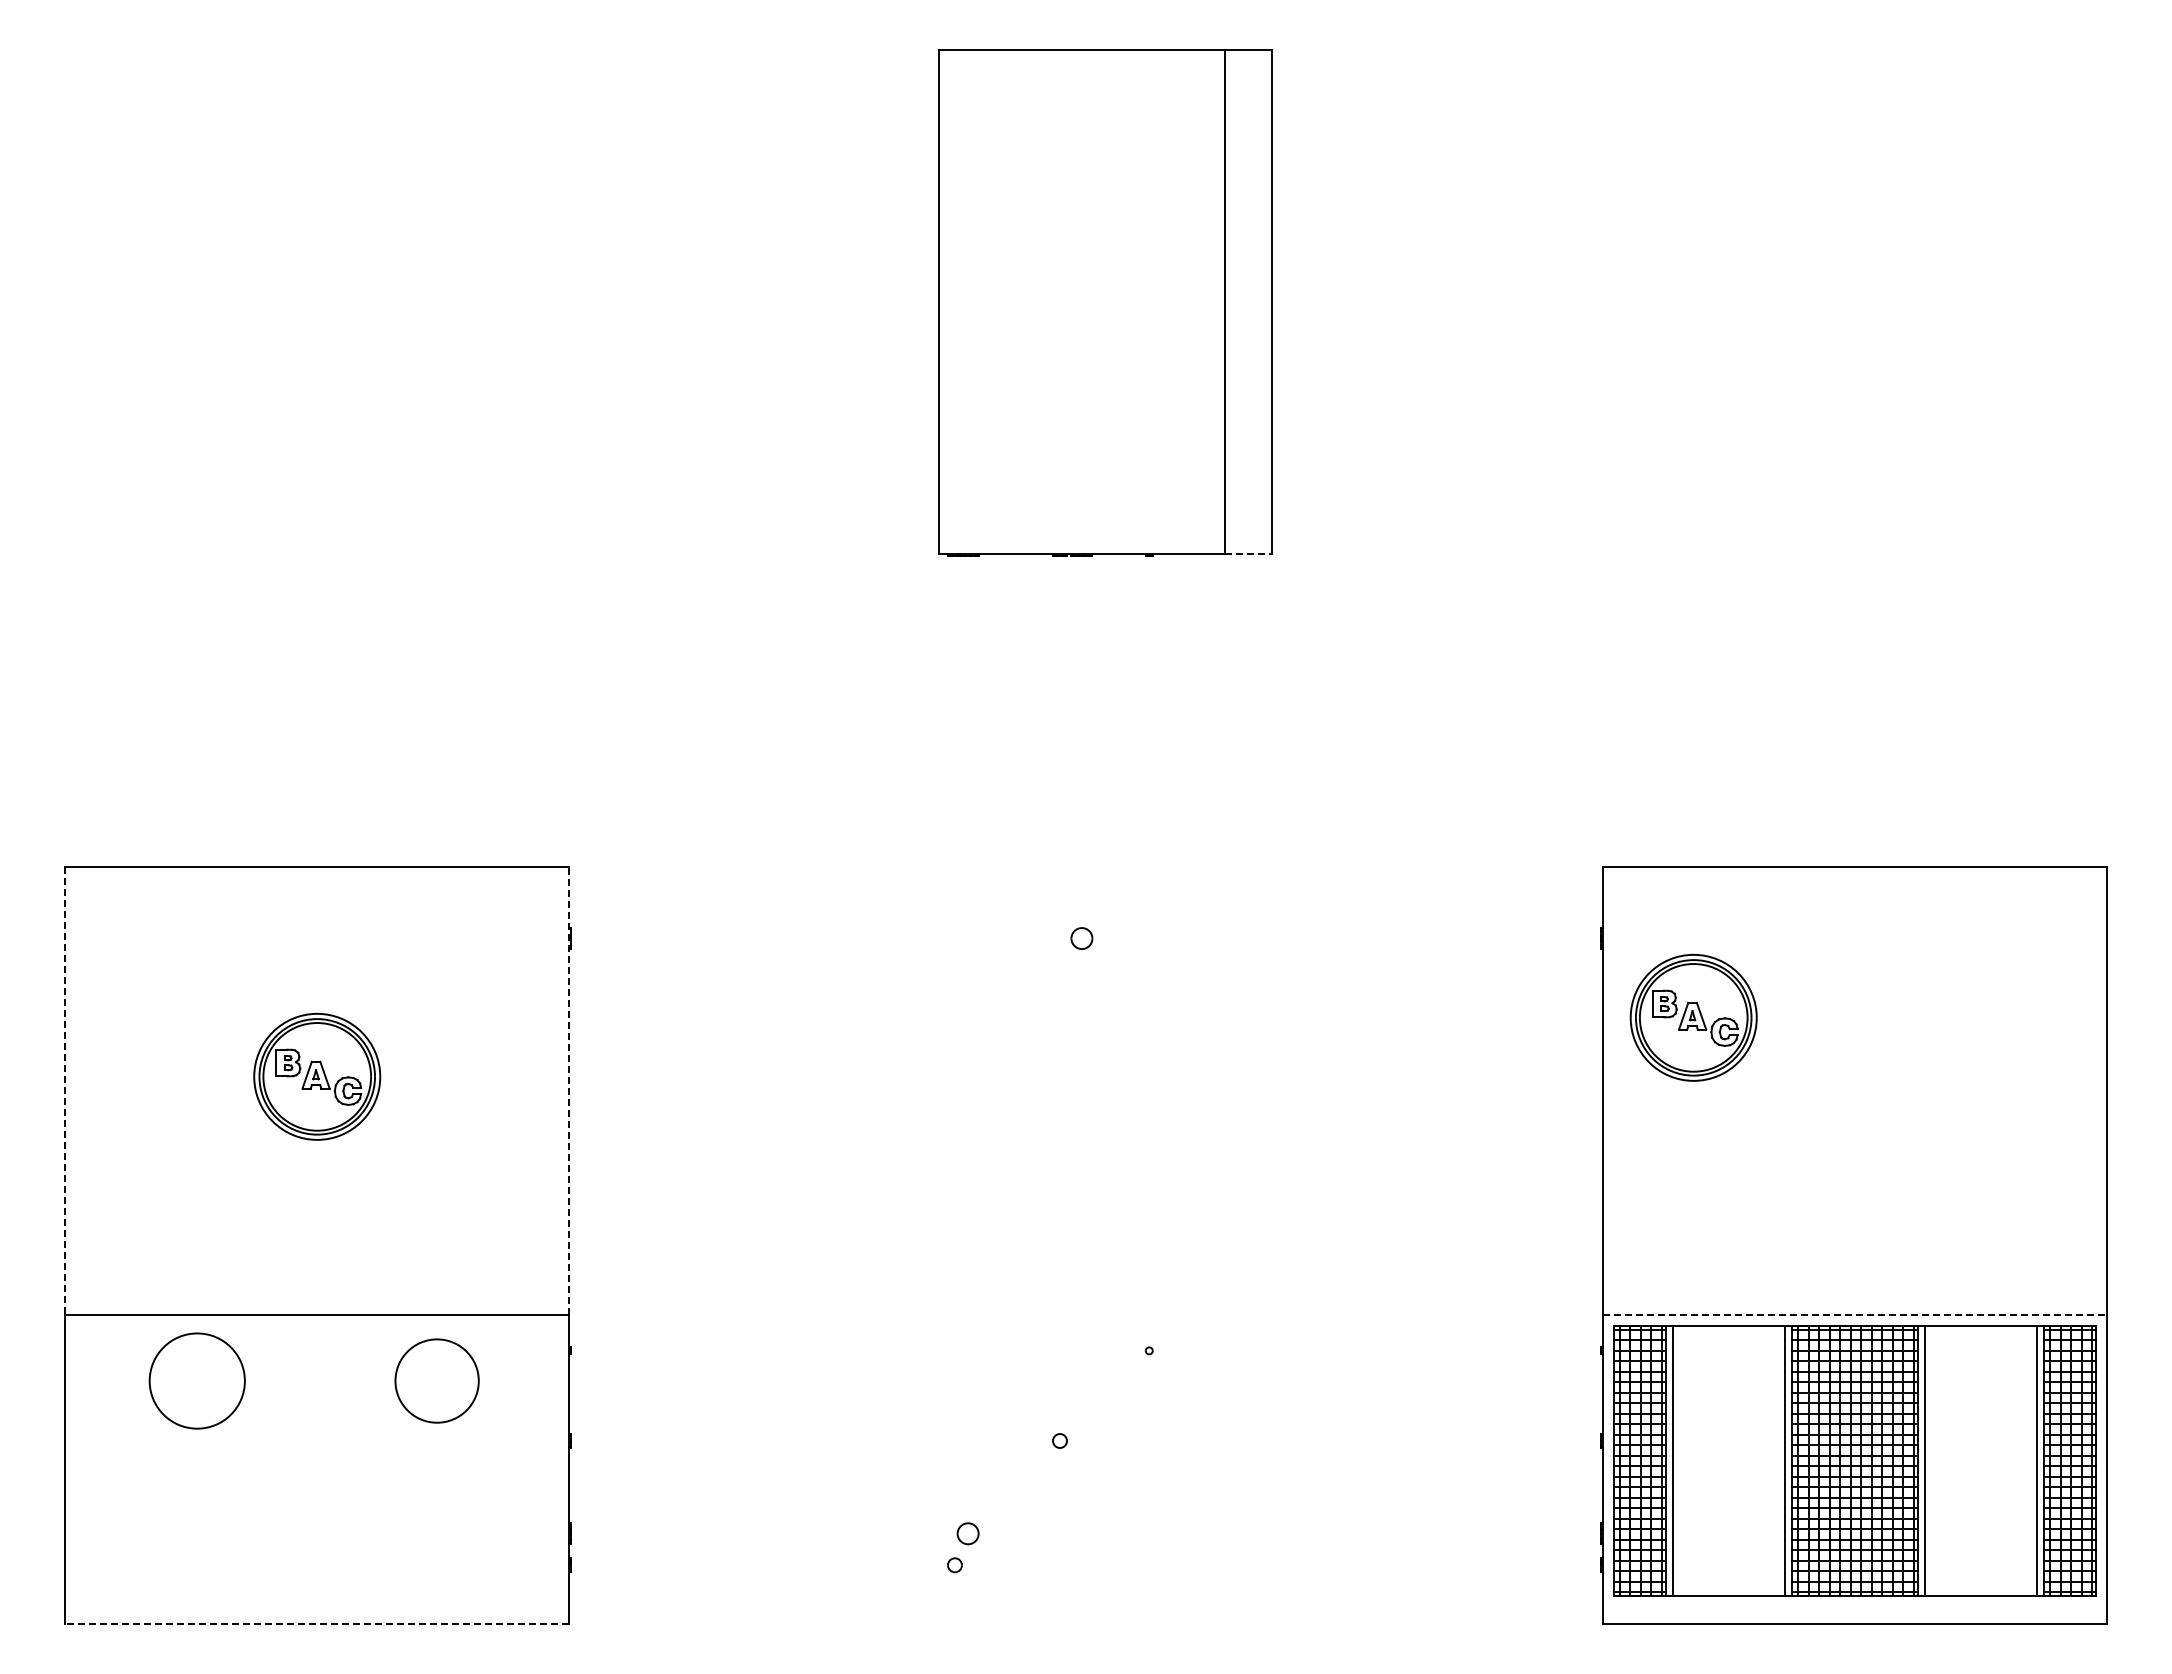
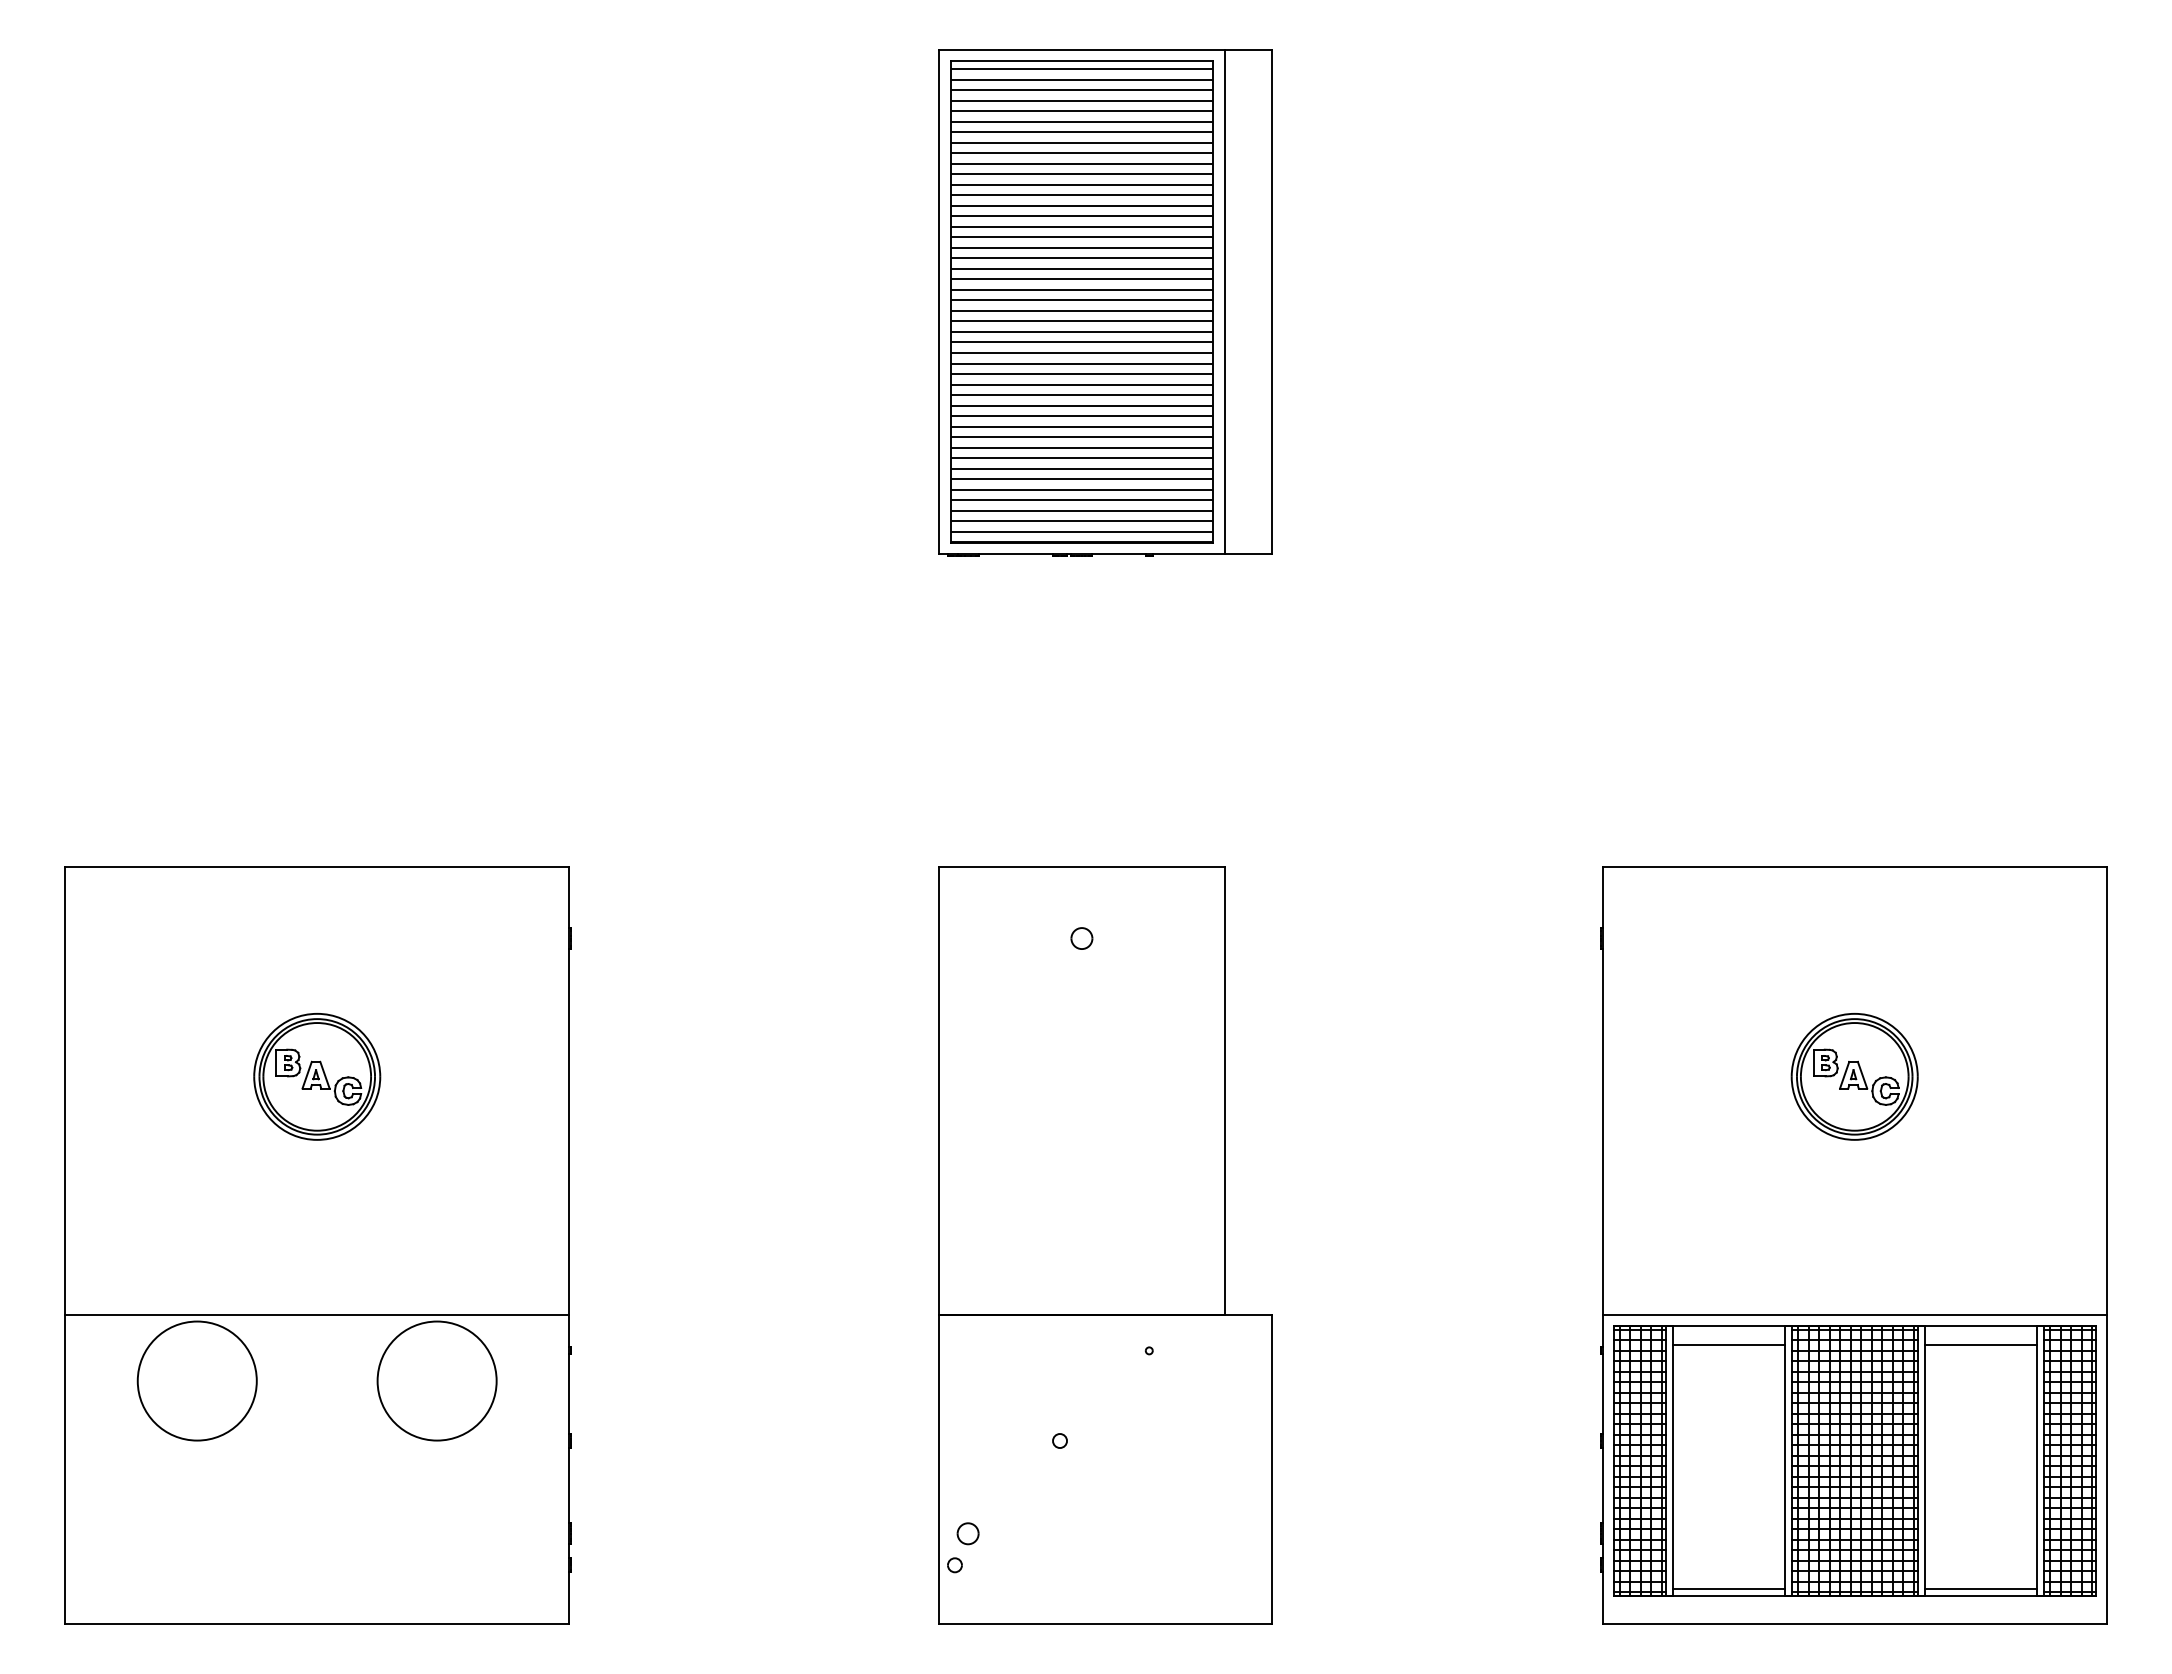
part at (1081, 301): none -> present
line at (1248, 554): dashed -> solid
part at (1693, 1017) position: (1693, 1017) -> (1854, 1076)
line at (569, 1090): dashed -> solid
line at (65, 1091): dashed -> solid
part at (1105, 1245): none -> present
line at (1855, 1314): dashed -> solid
line at (1728, 1345): none -> present
line at (1980, 1345): none -> present
circle at (196, 1380) diameter: 95 px -> 119 px
circle at (436, 1380) diameter: 83 px -> 119 px
line at (1728, 1588): none -> present
line at (1980, 1588): none -> present
line at (316, 1623): dashed -> solid
